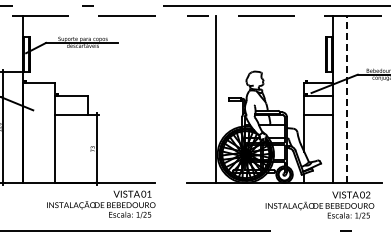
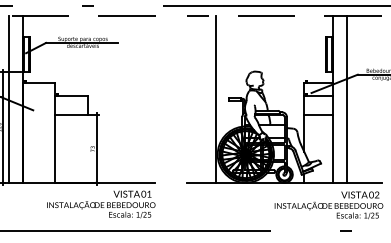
line at (8, 99): none -> present
line at (346, 99): dashed -> solid
text at (319, 205) position: (319, 205) -> (328, 205)
